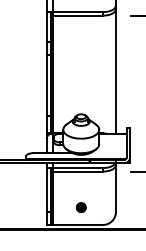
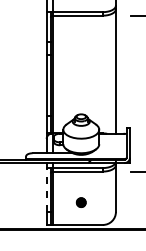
line at (46, 190): solid -> dashed
part at (80, 207) position: (80, 207) -> (80, 202)
